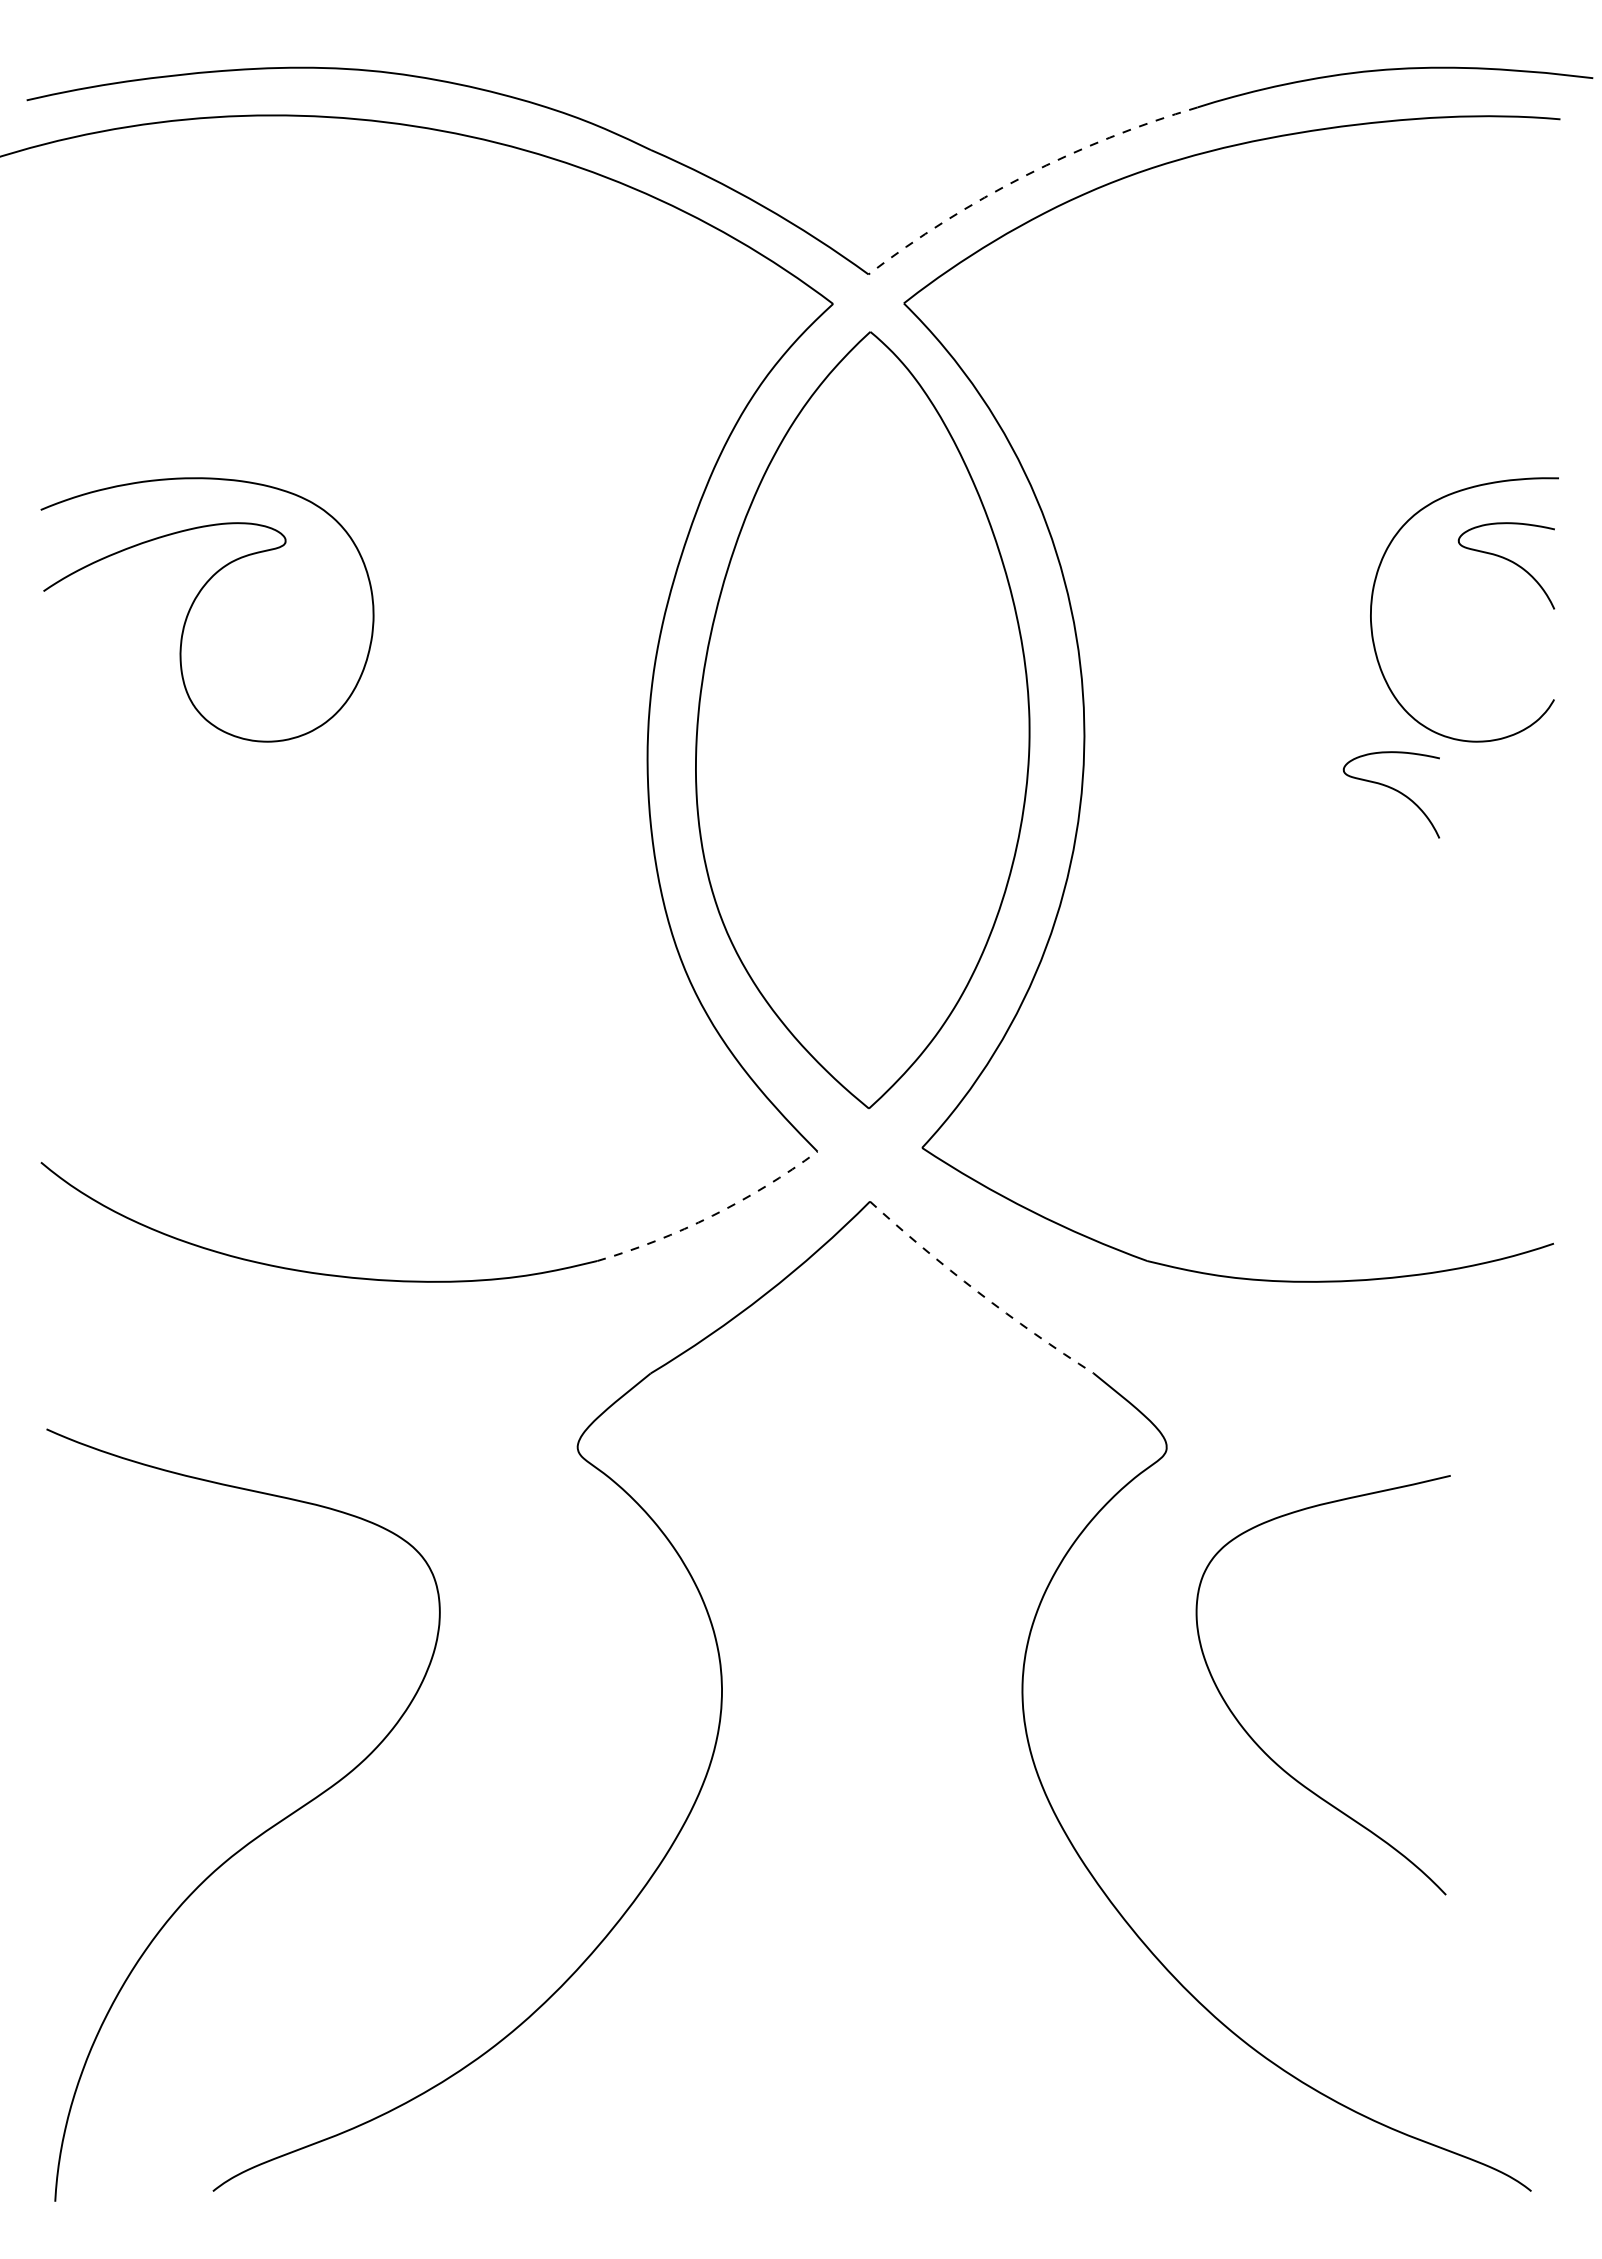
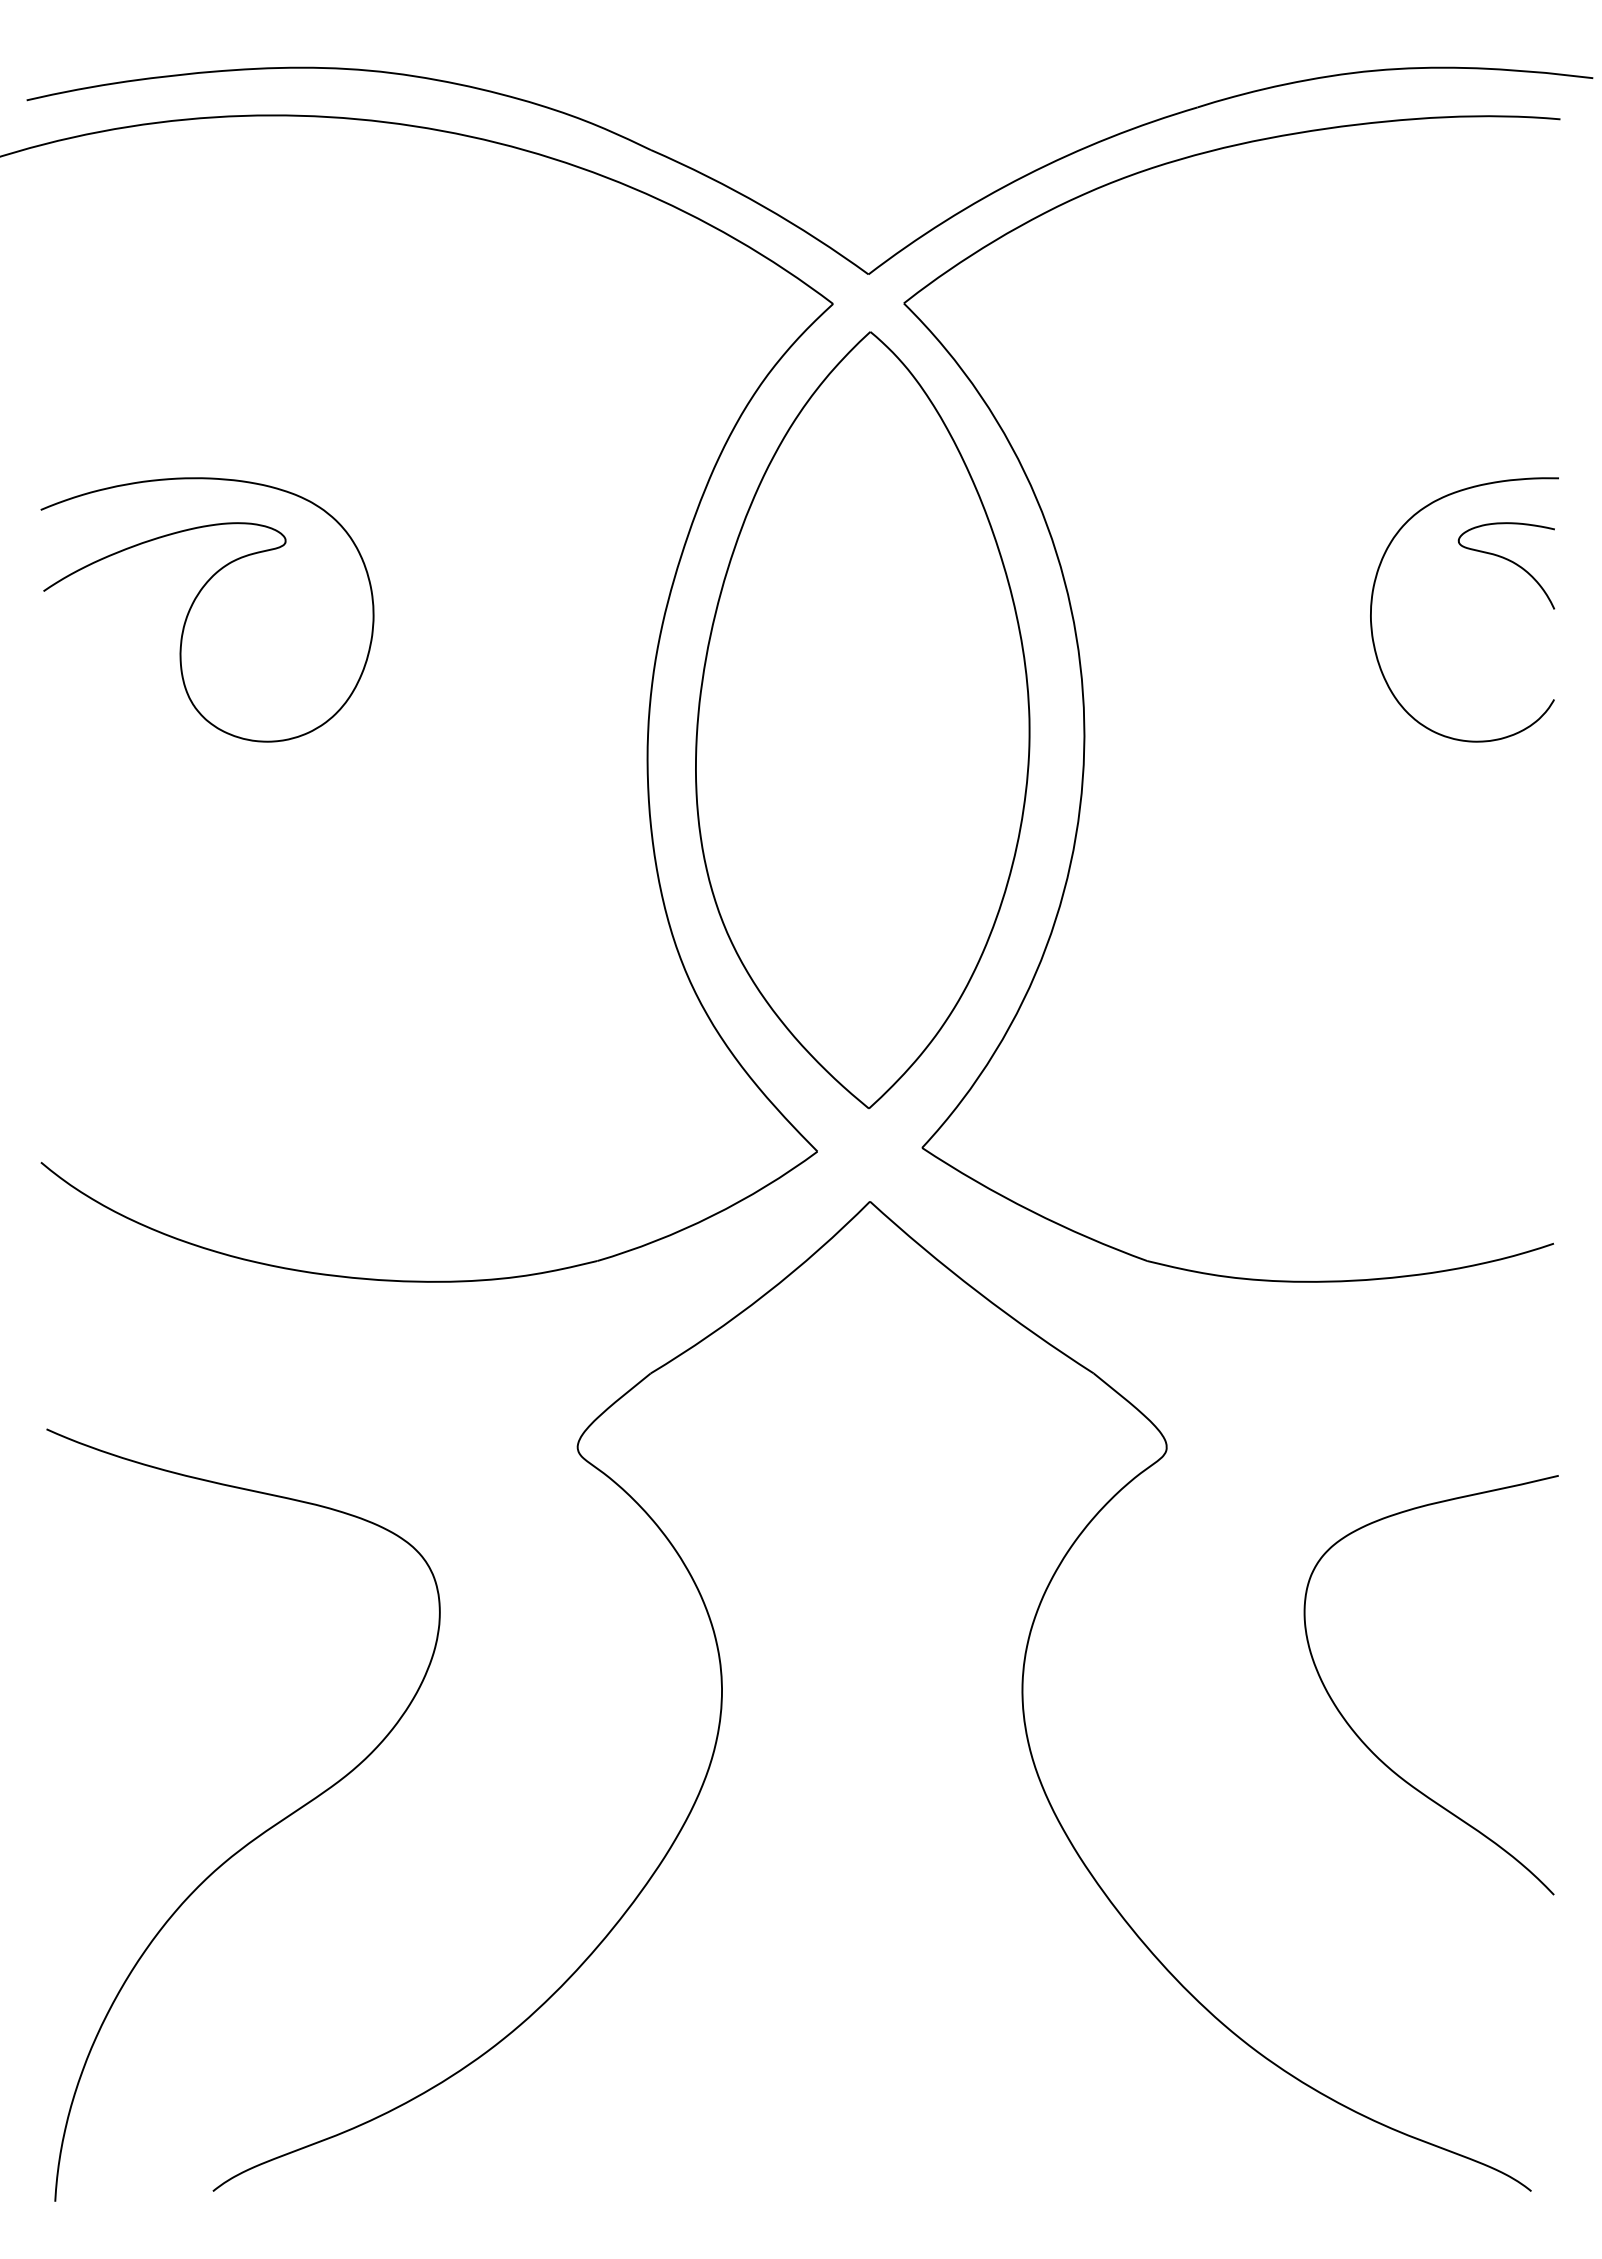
arc at (1025, 175): dashed -> solid
curve at (1391, 789): present -> none
arc at (712, 1215): dashed -> solid
arc at (978, 1292): dashed -> solid
curve at (1260, 1746) position: (1260, 1746) -> (1368, 1746)
